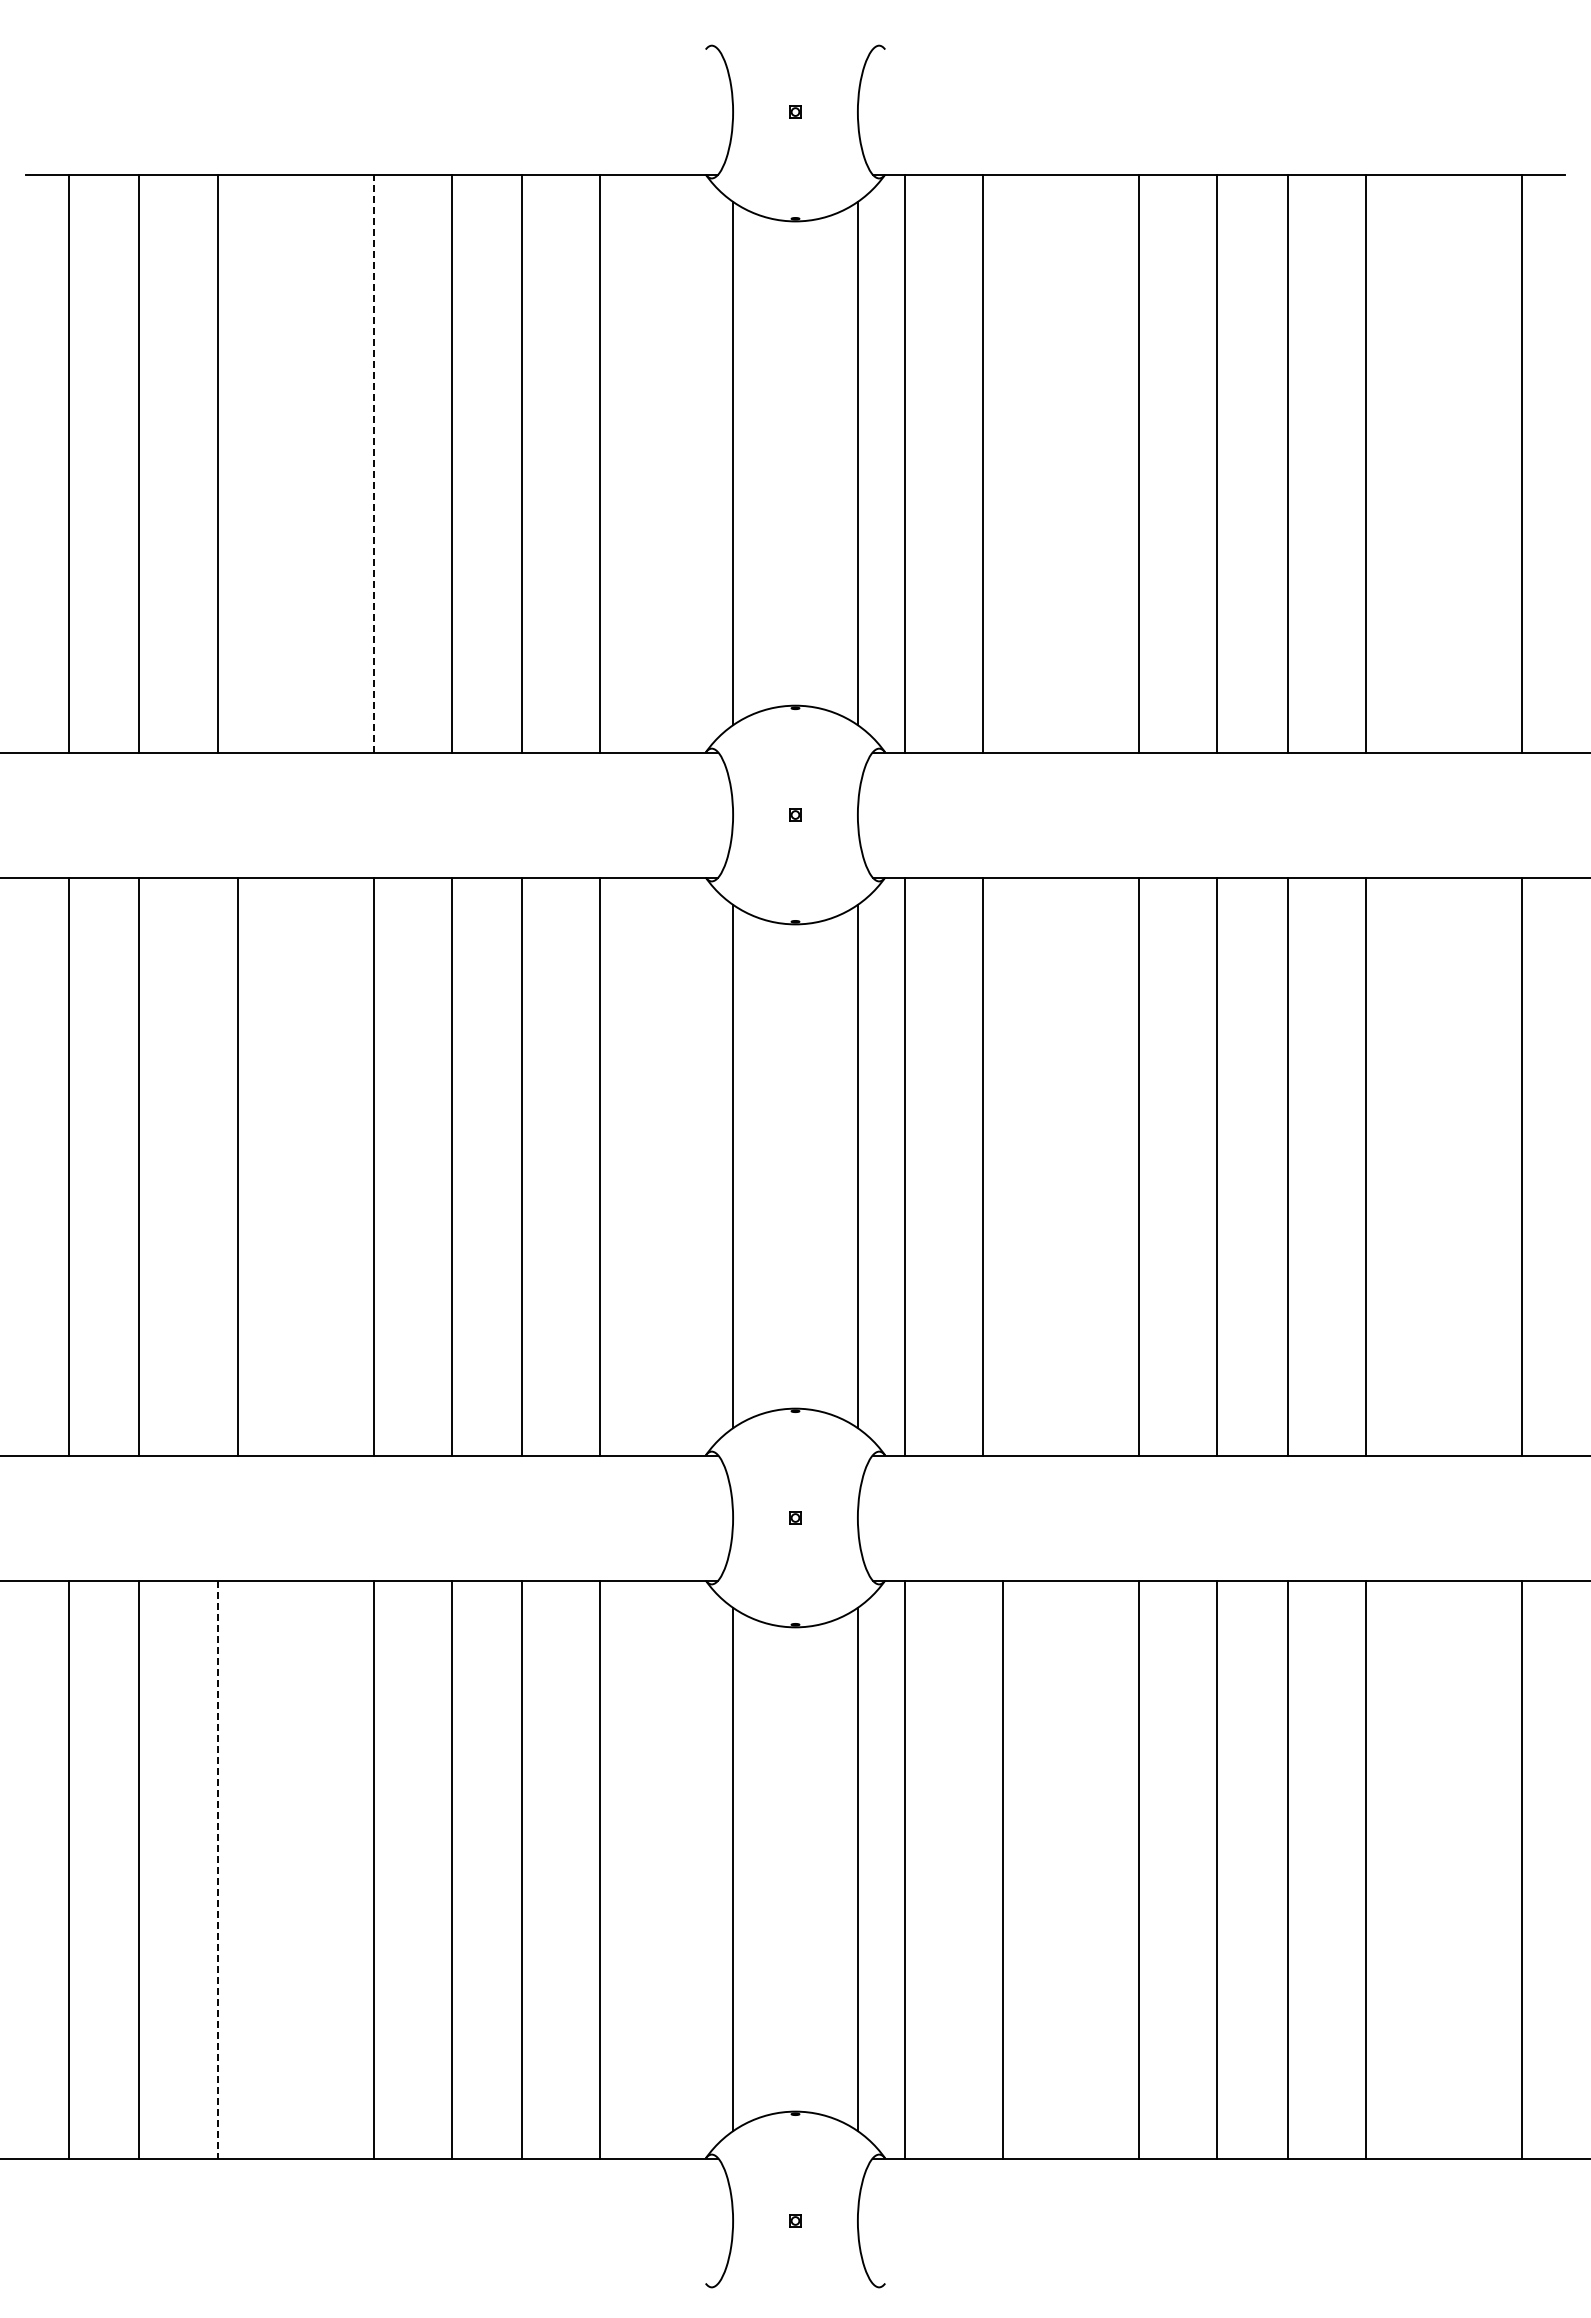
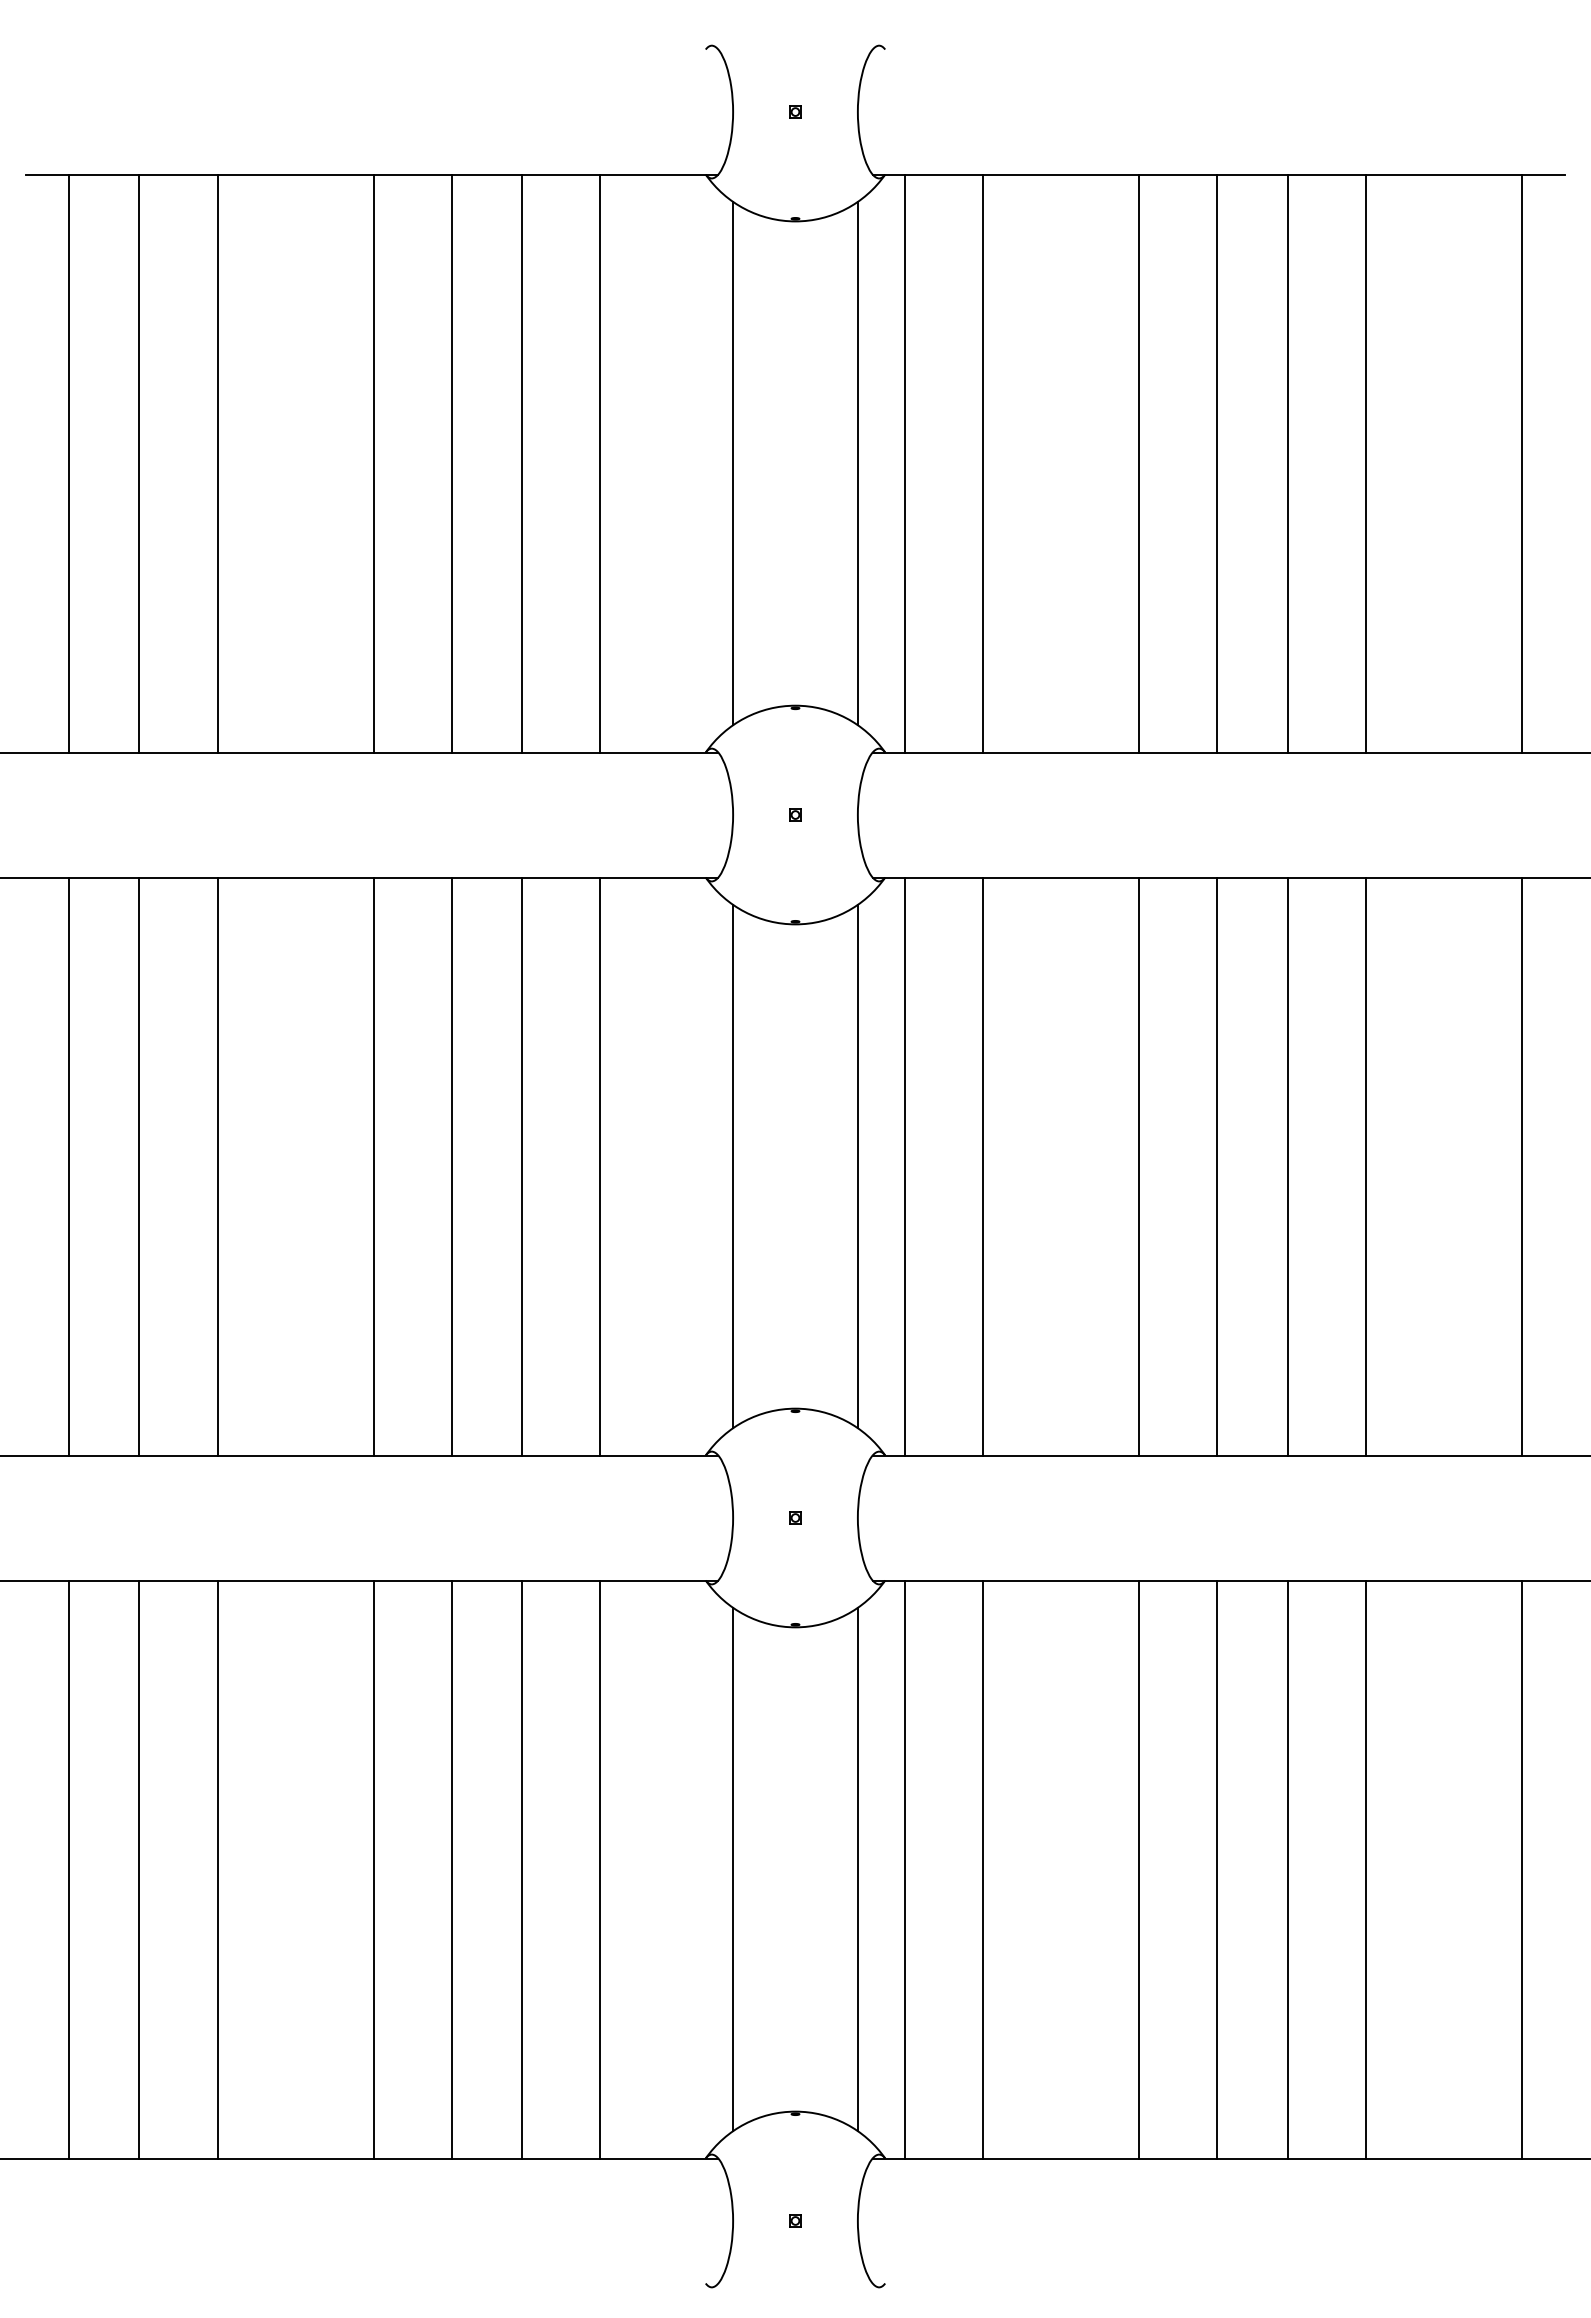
line at (373, 463): dashed -> solid
line at (237, 1166) position: (237, 1166) -> (217, 1166)
line at (217, 1869): dashed -> solid
line at (1002, 1869) position: (1002, 1869) -> (982, 1869)
